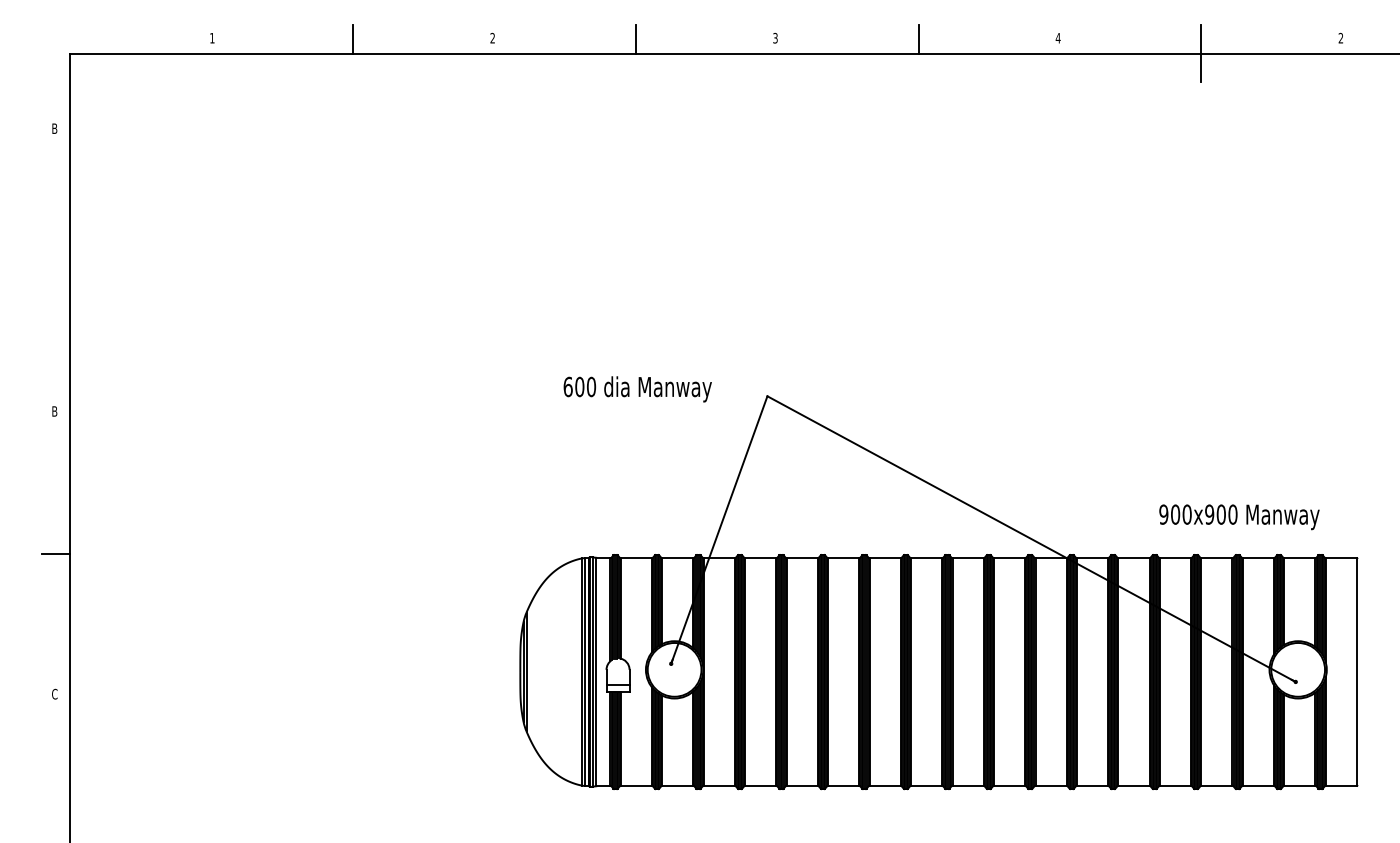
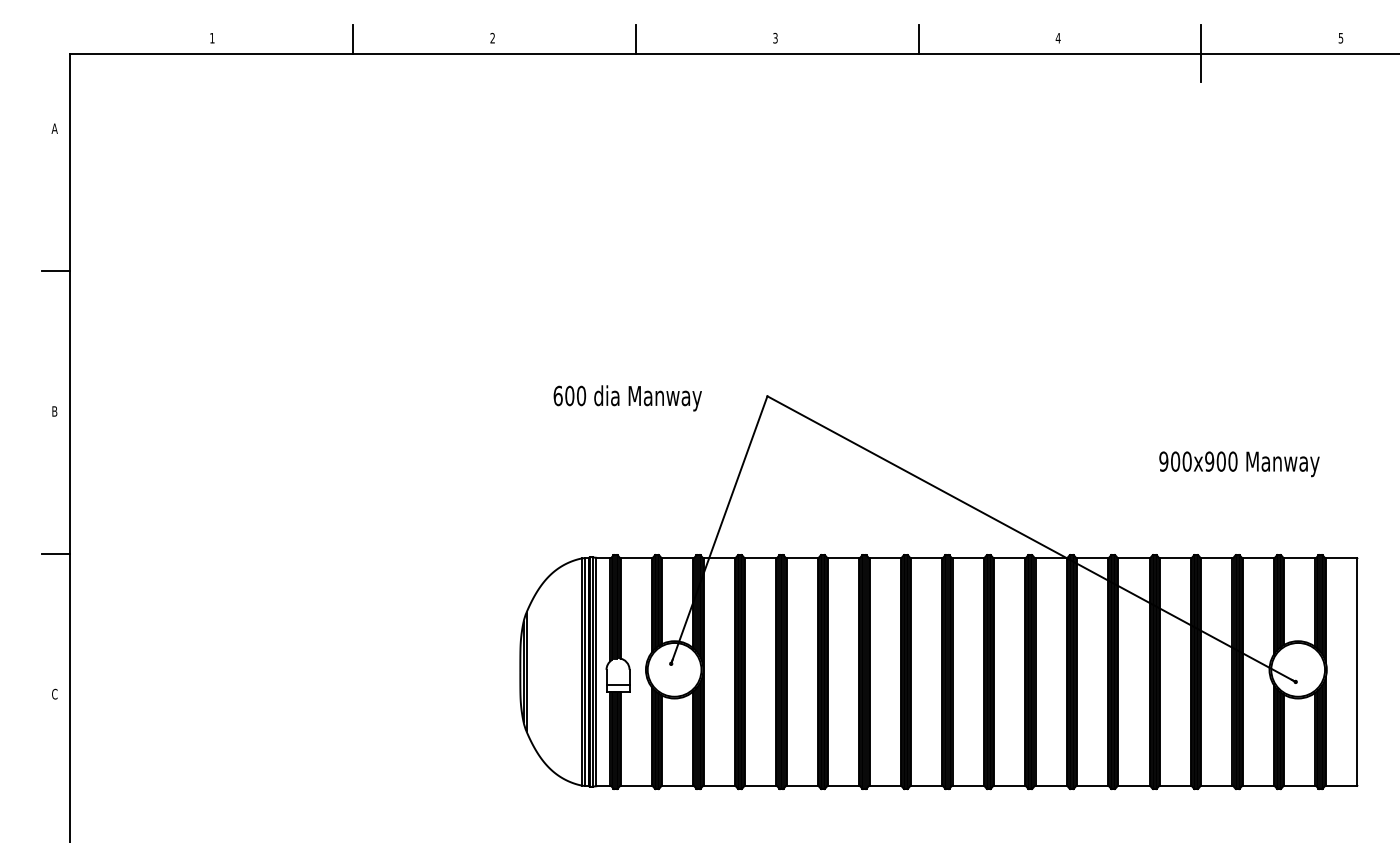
text at (1340, 37): 2 -> 5
text at (54, 128): B -> A
line at (55, 271): none -> present
text at (637, 389) position: (637, 389) -> (627, 398)
text at (1239, 517) position: (1239, 517) -> (1239, 464)
